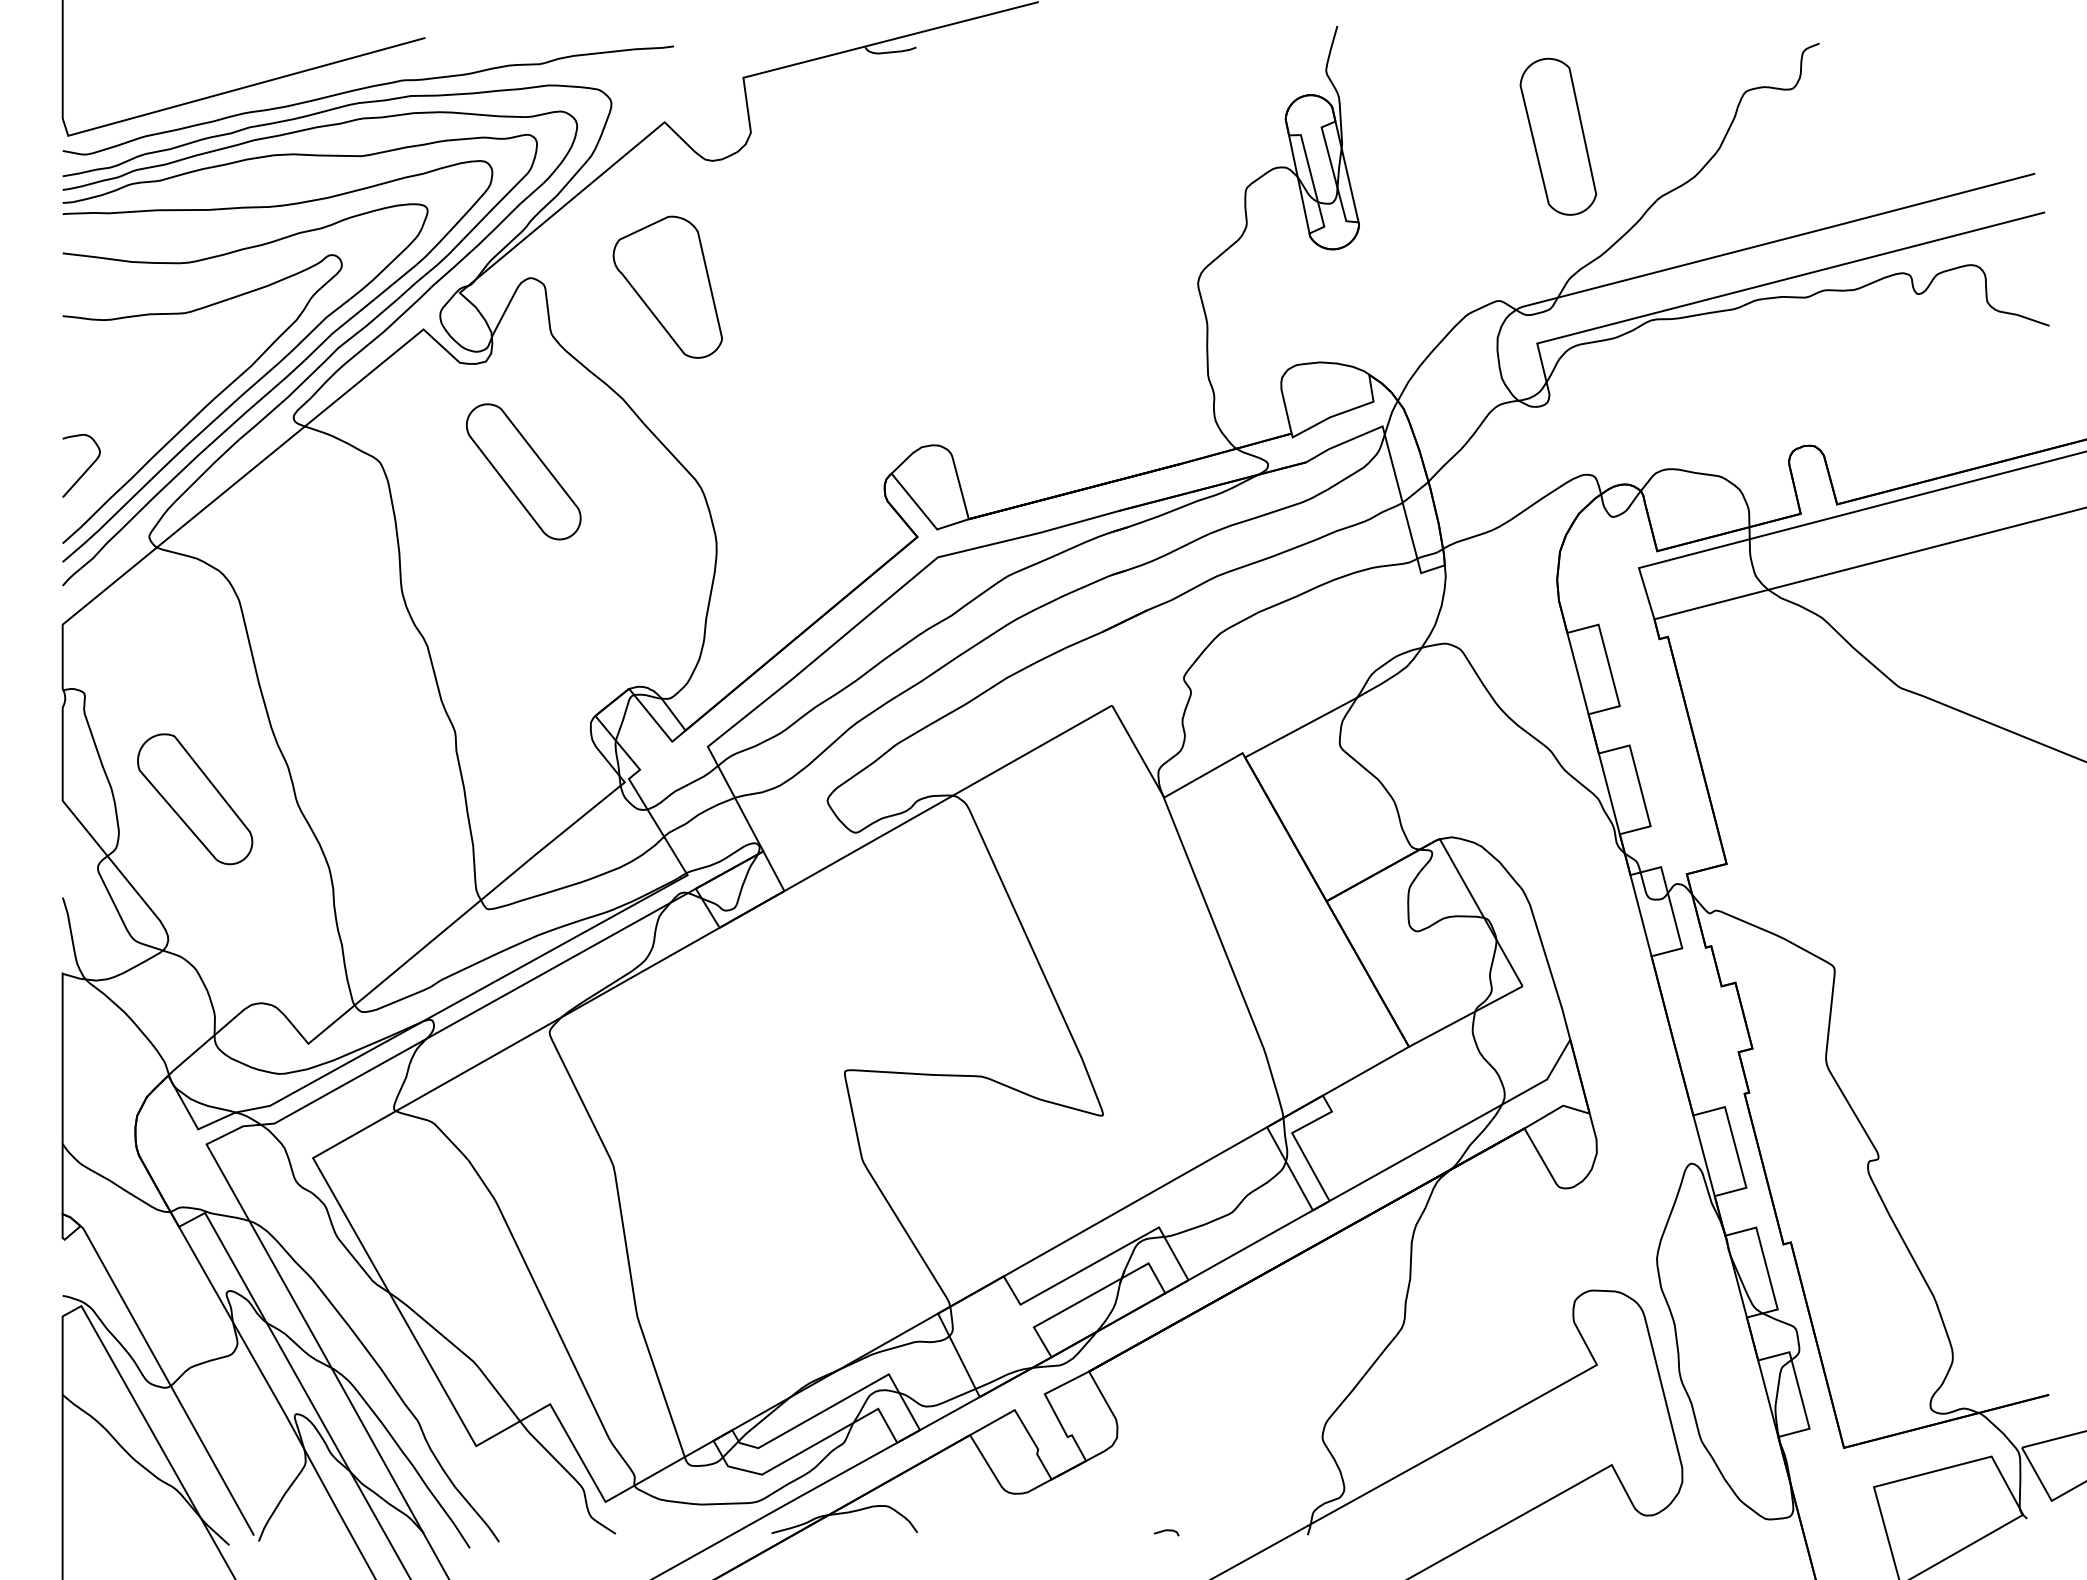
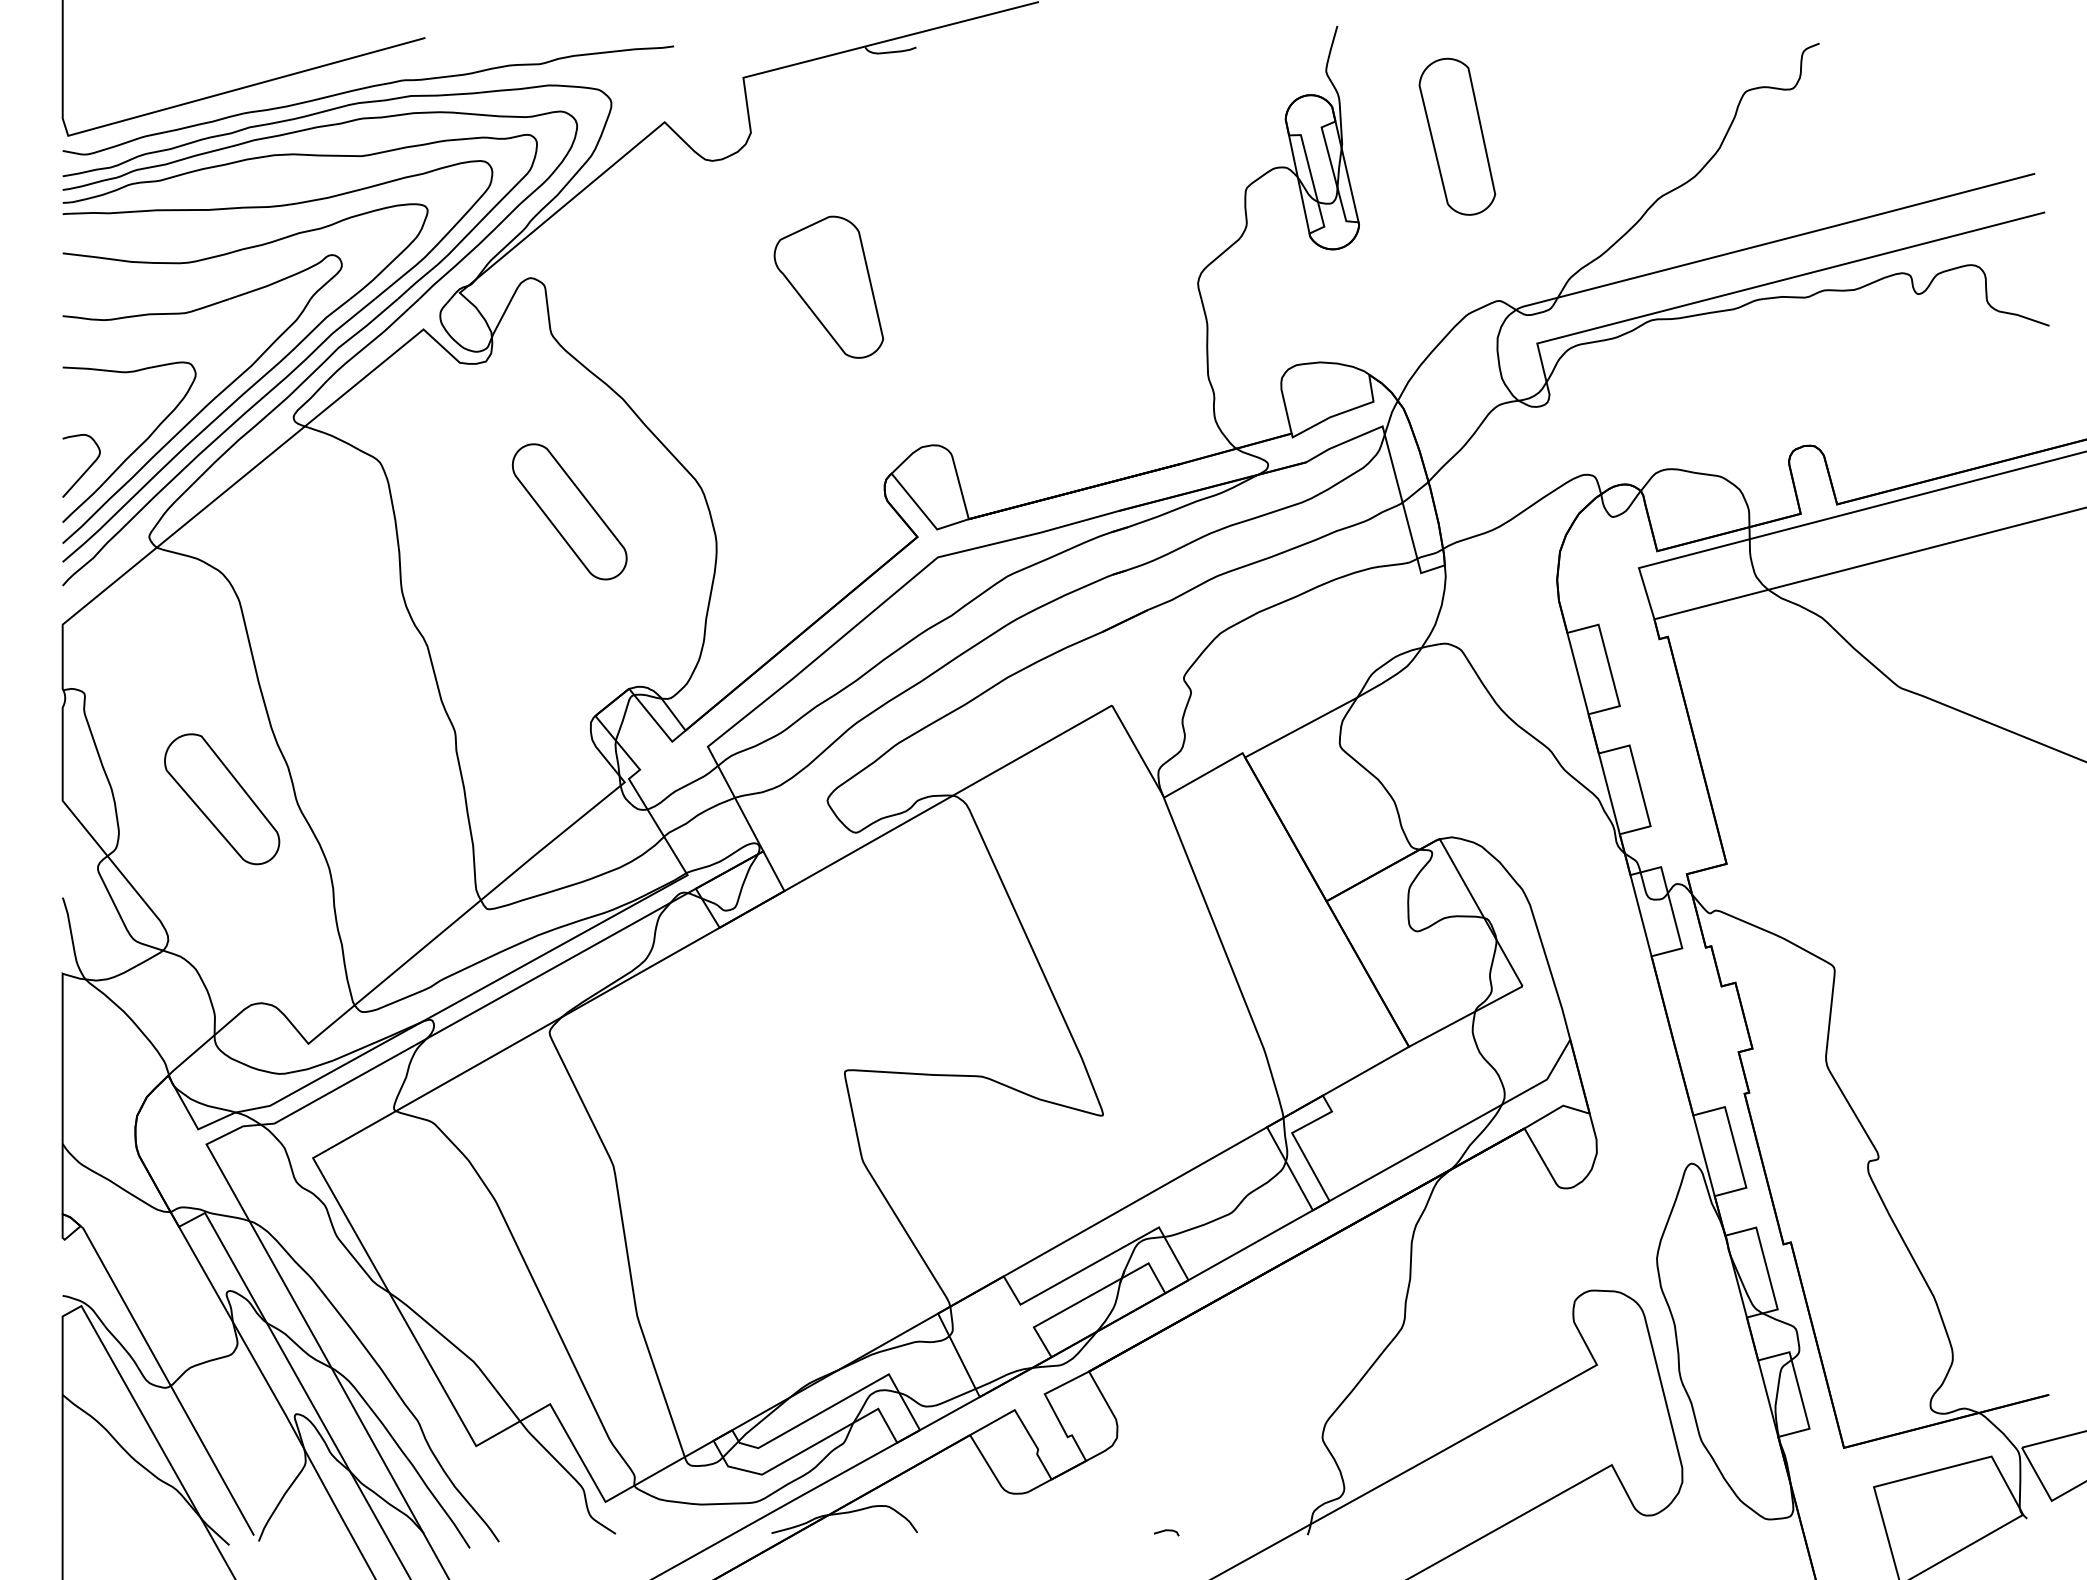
part at (1558, 136) position: (1558, 136) -> (1457, 136)
part at (667, 286) position: (667, 286) -> (828, 286)
curve at (136, 448): none -> present
part at (523, 471) position: (523, 471) -> (569, 511)
part at (195, 799) position: (195, 799) -> (222, 799)
